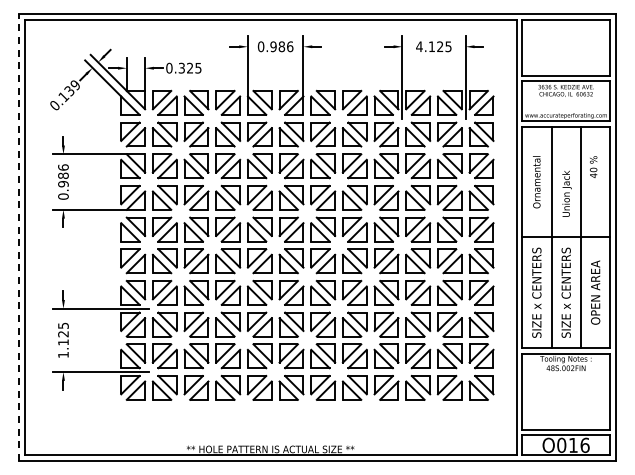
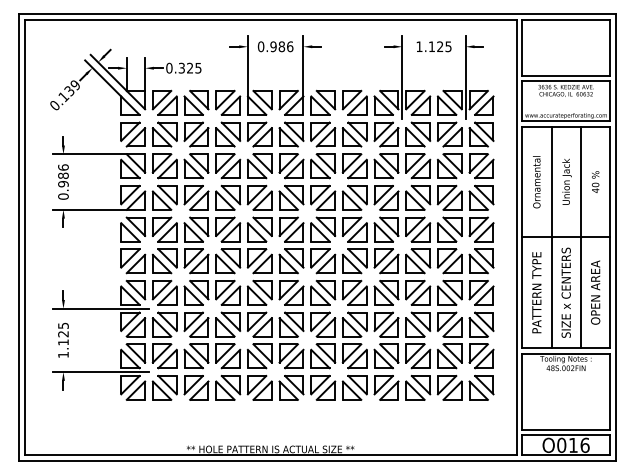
text at (419, 46): 4.125 -> 1.125
text at (593, 166) position: (593, 166) -> (595, 181)
text at (566, 193) position: (566, 193) -> (566, 181)
line at (19, 237): dashed -> solid
text at (536, 292): SIZE x CENTERS -> PATTERN TYPE
